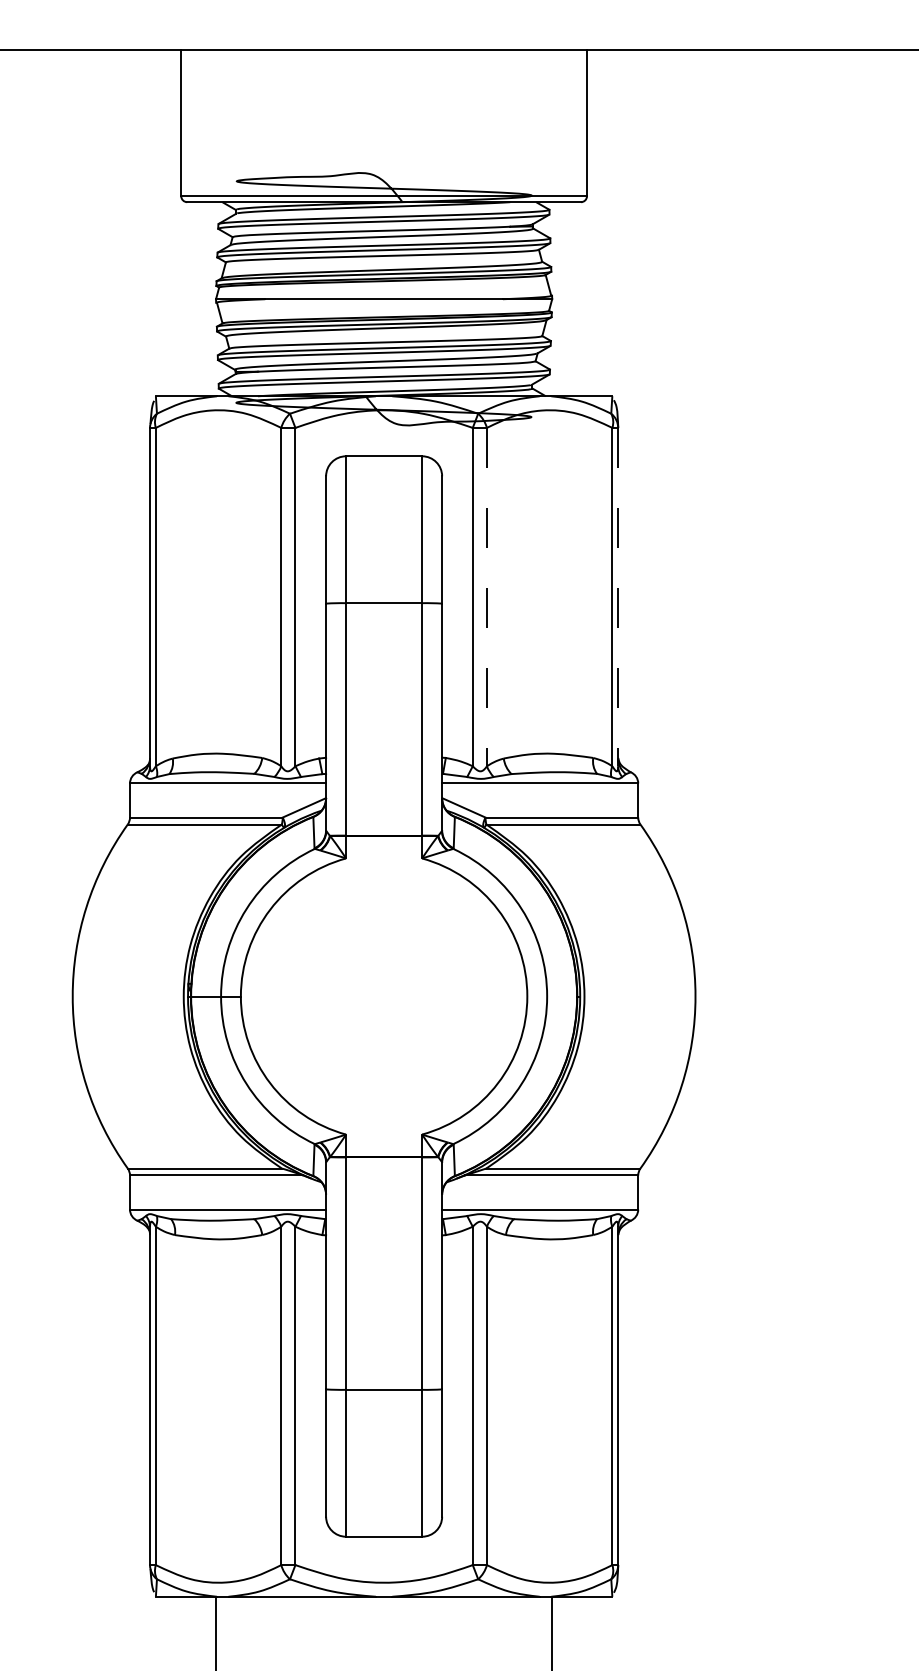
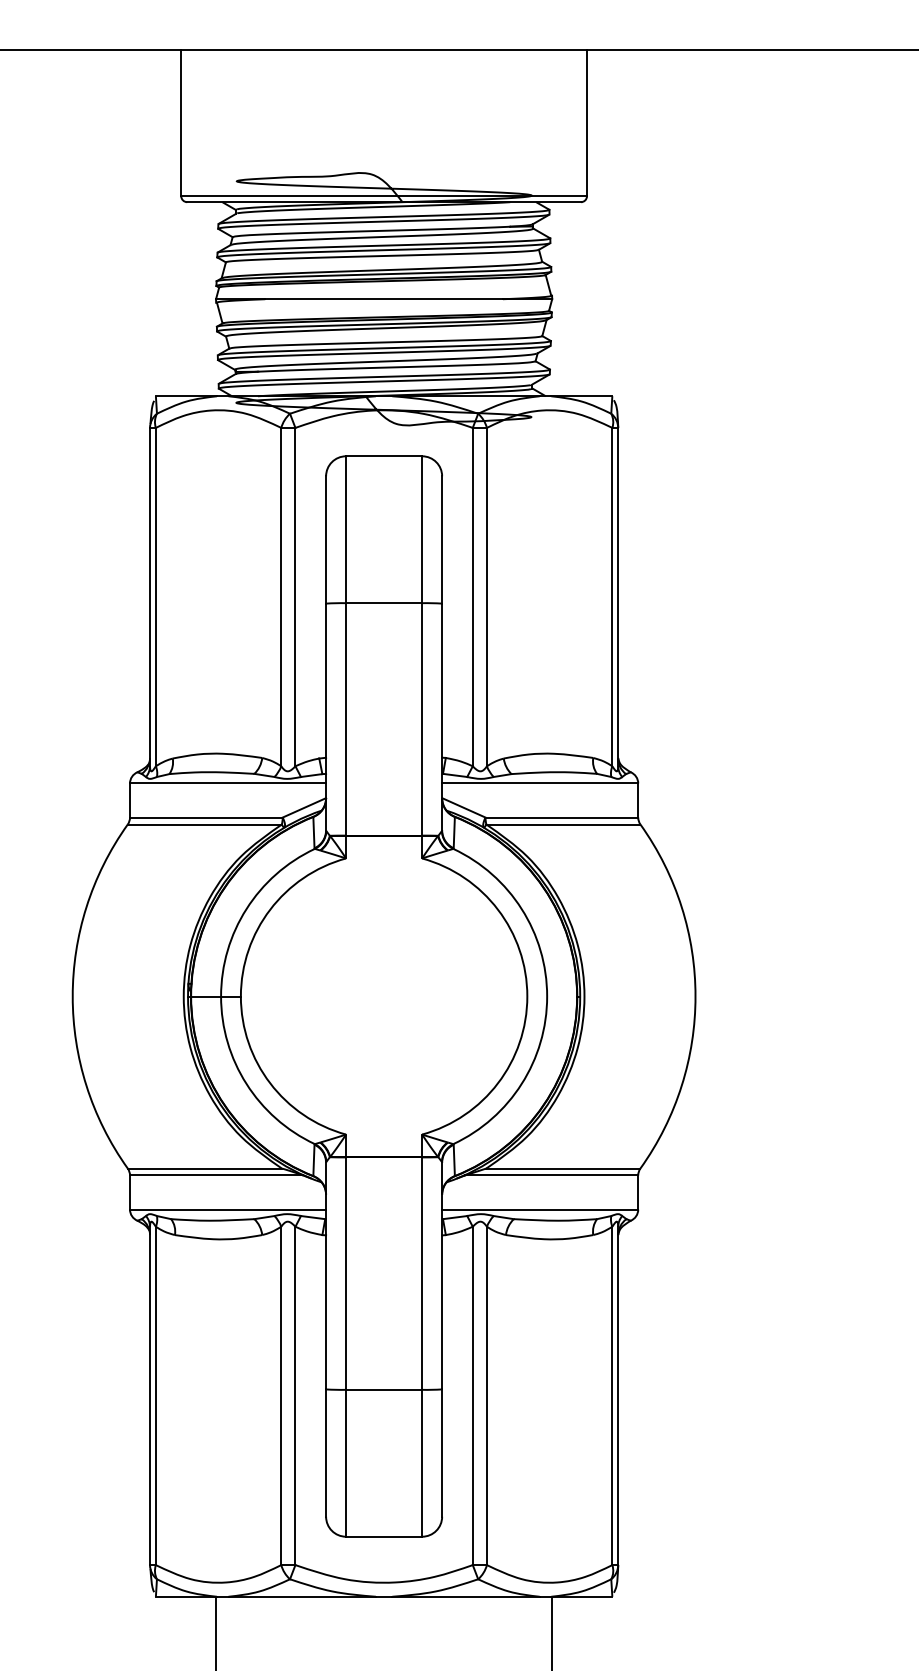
line at (486, 597): dashed -> solid
line at (618, 597): dashed -> solid
